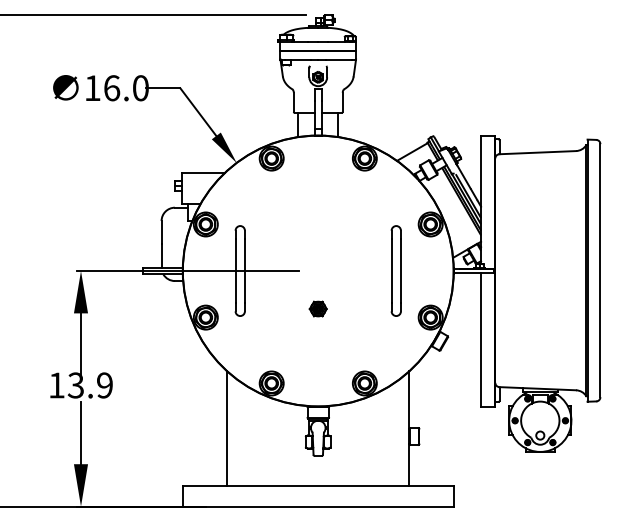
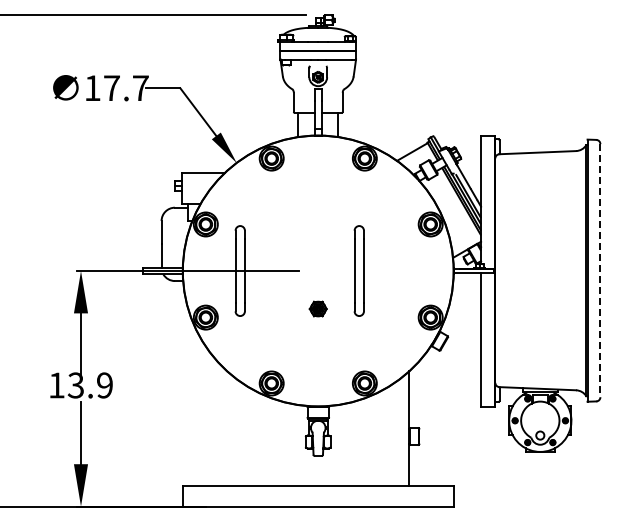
text at (126, 88): 16.0 -> 17.7
part at (395, 270) position: (395, 270) -> (358, 270)
line at (600, 270): solid -> dashed
line at (227, 428): present -> none
